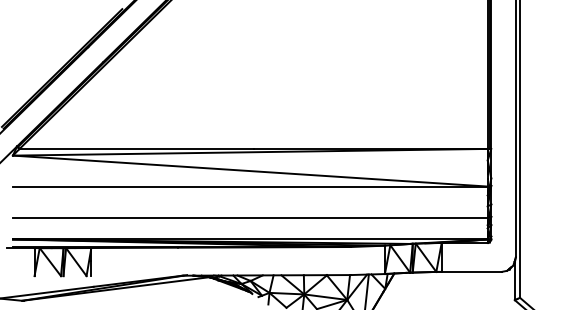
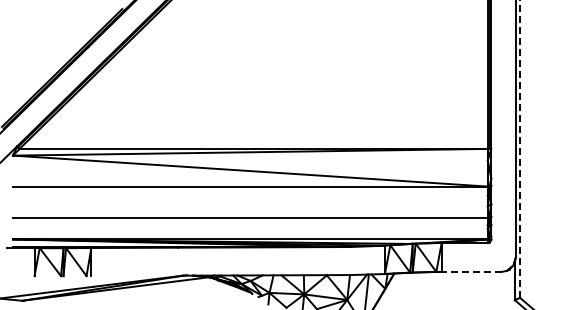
line at (520, 148): solid -> dashed
line at (471, 271): solid -> dashed
